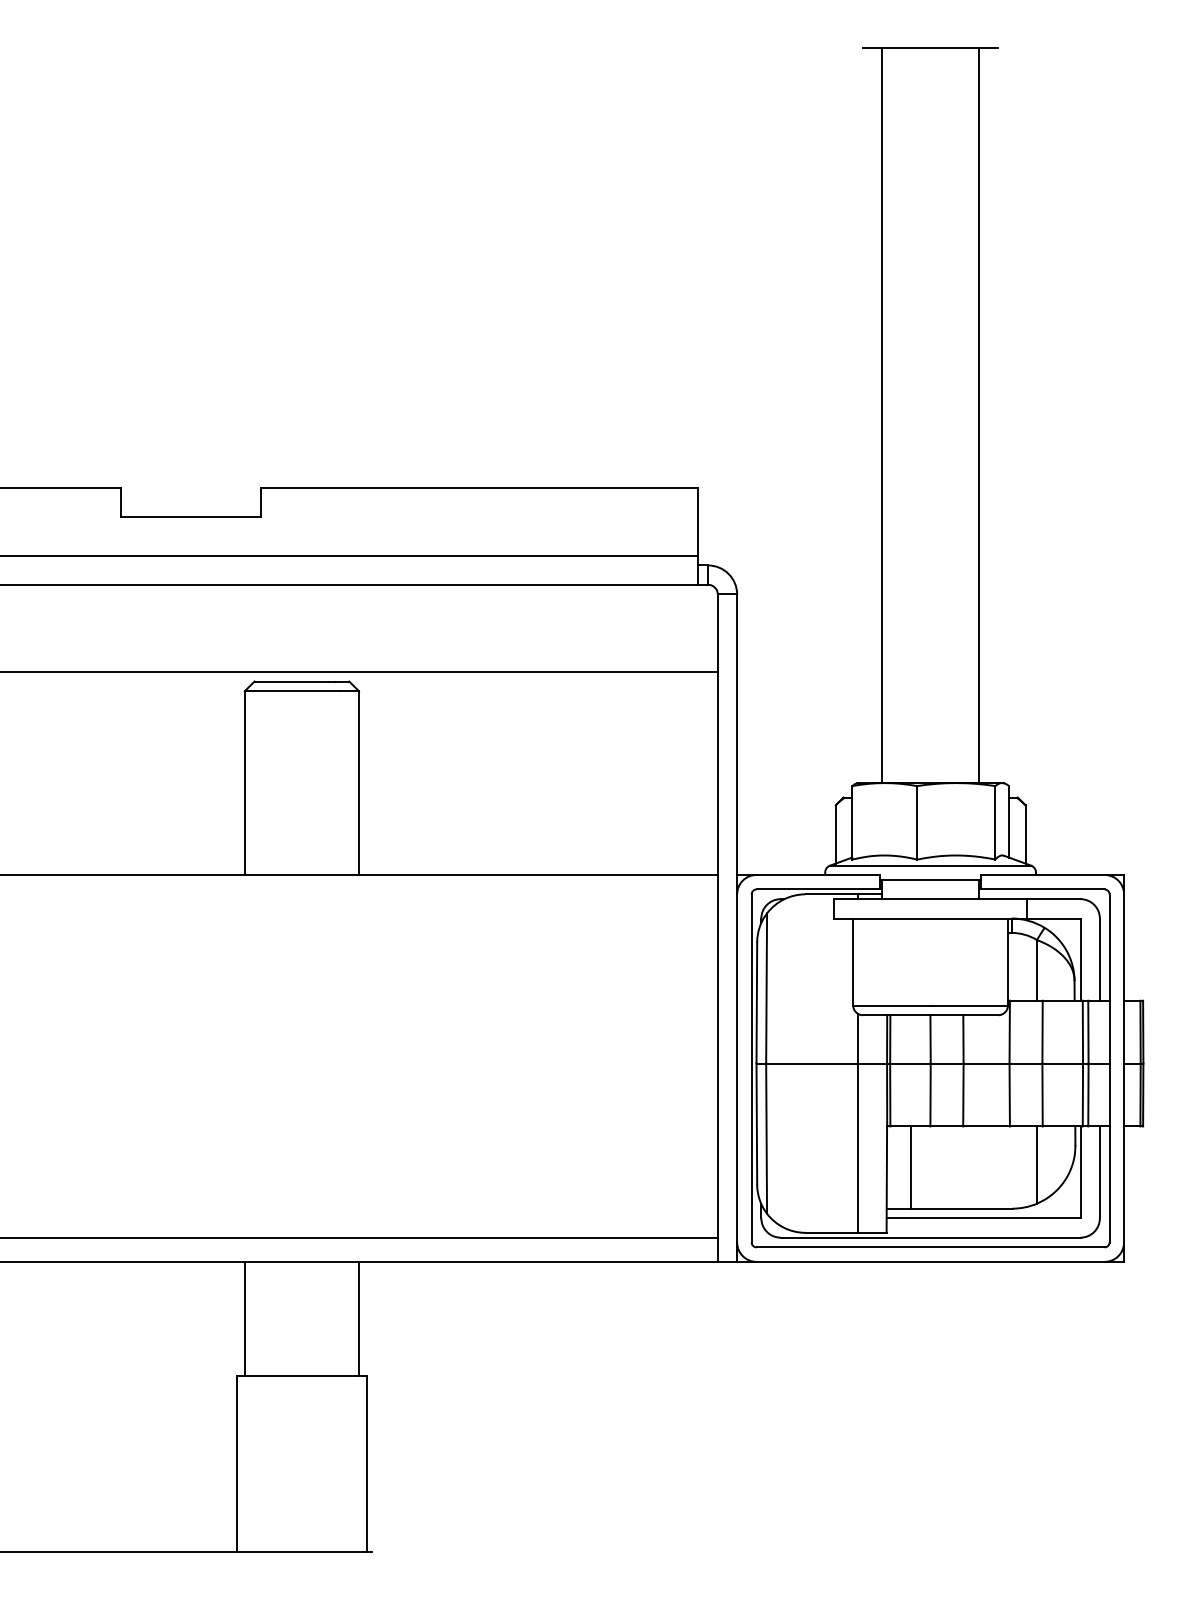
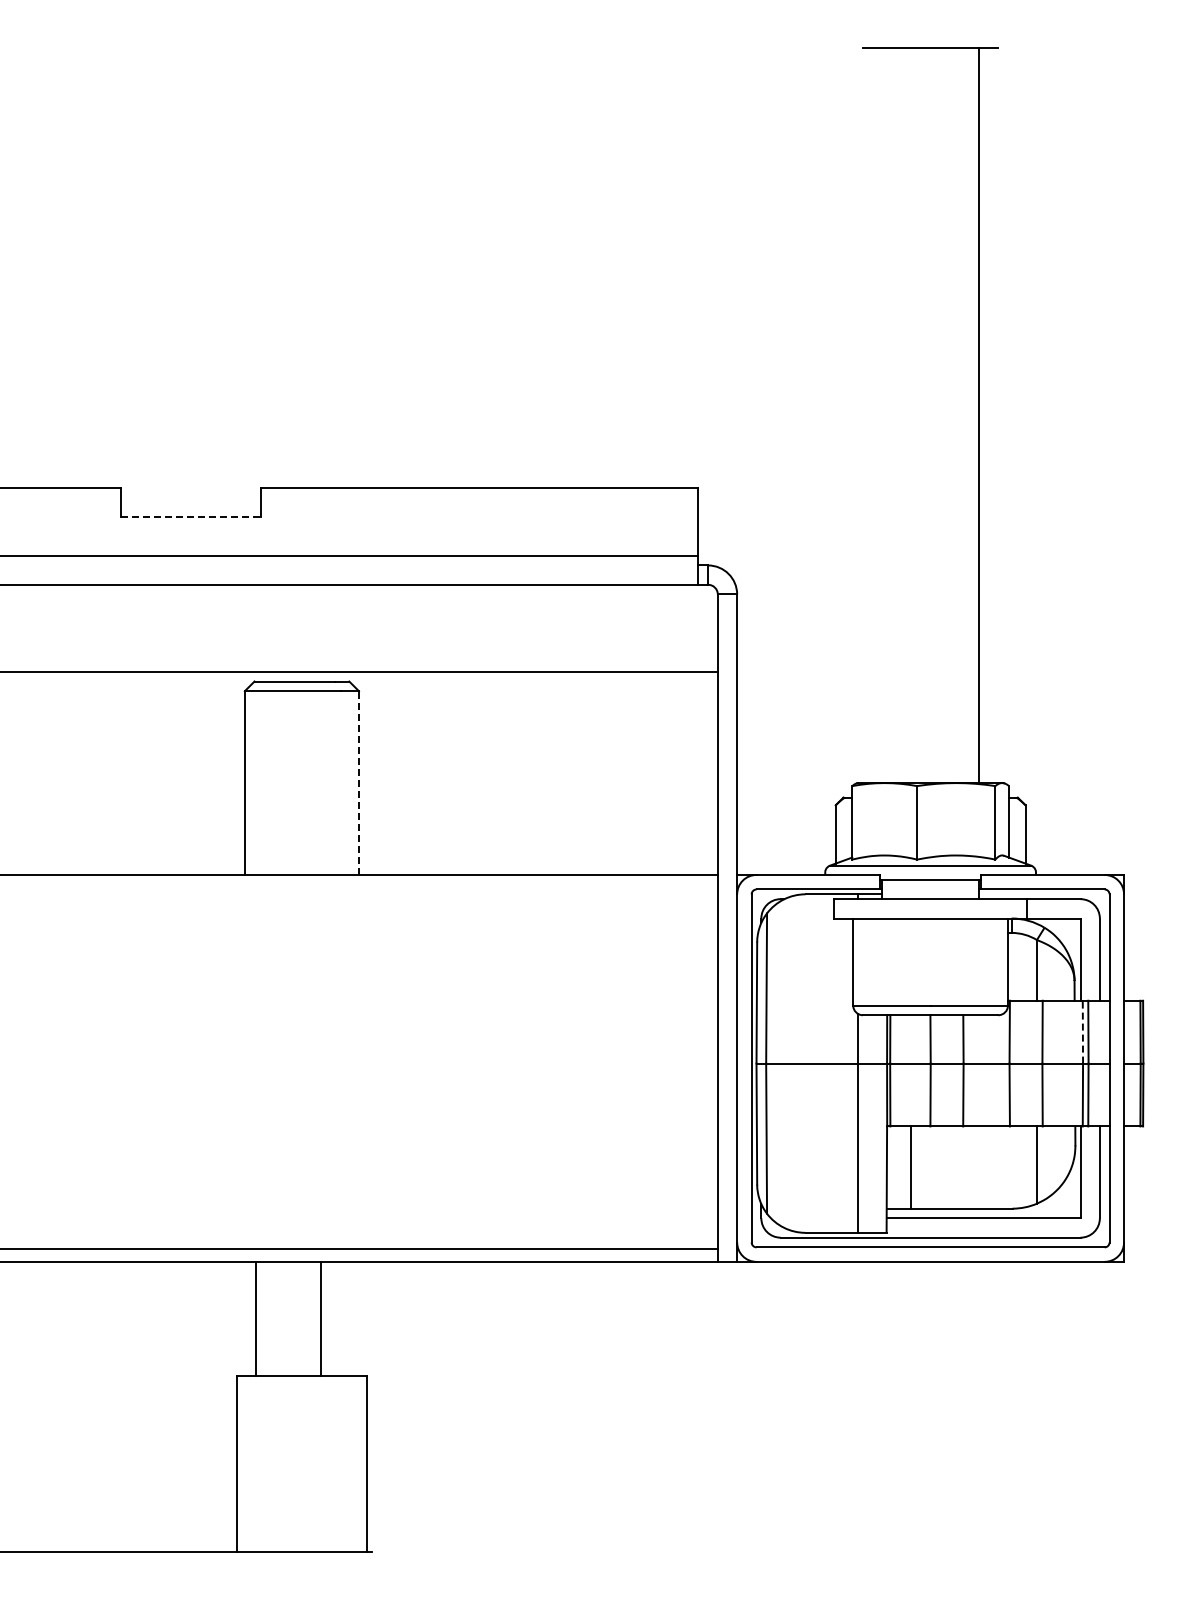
line at (882, 415): present -> none
line at (191, 517): solid -> dashed
line at (358, 783): solid -> dashed
line at (1082, 1031): solid -> dashed
line at (359, 1237) position: (359, 1237) -> (359, 1248)
line at (244, 1318) position: (244, 1318) -> (255, 1318)
line at (358, 1318) position: (358, 1318) -> (320, 1318)
